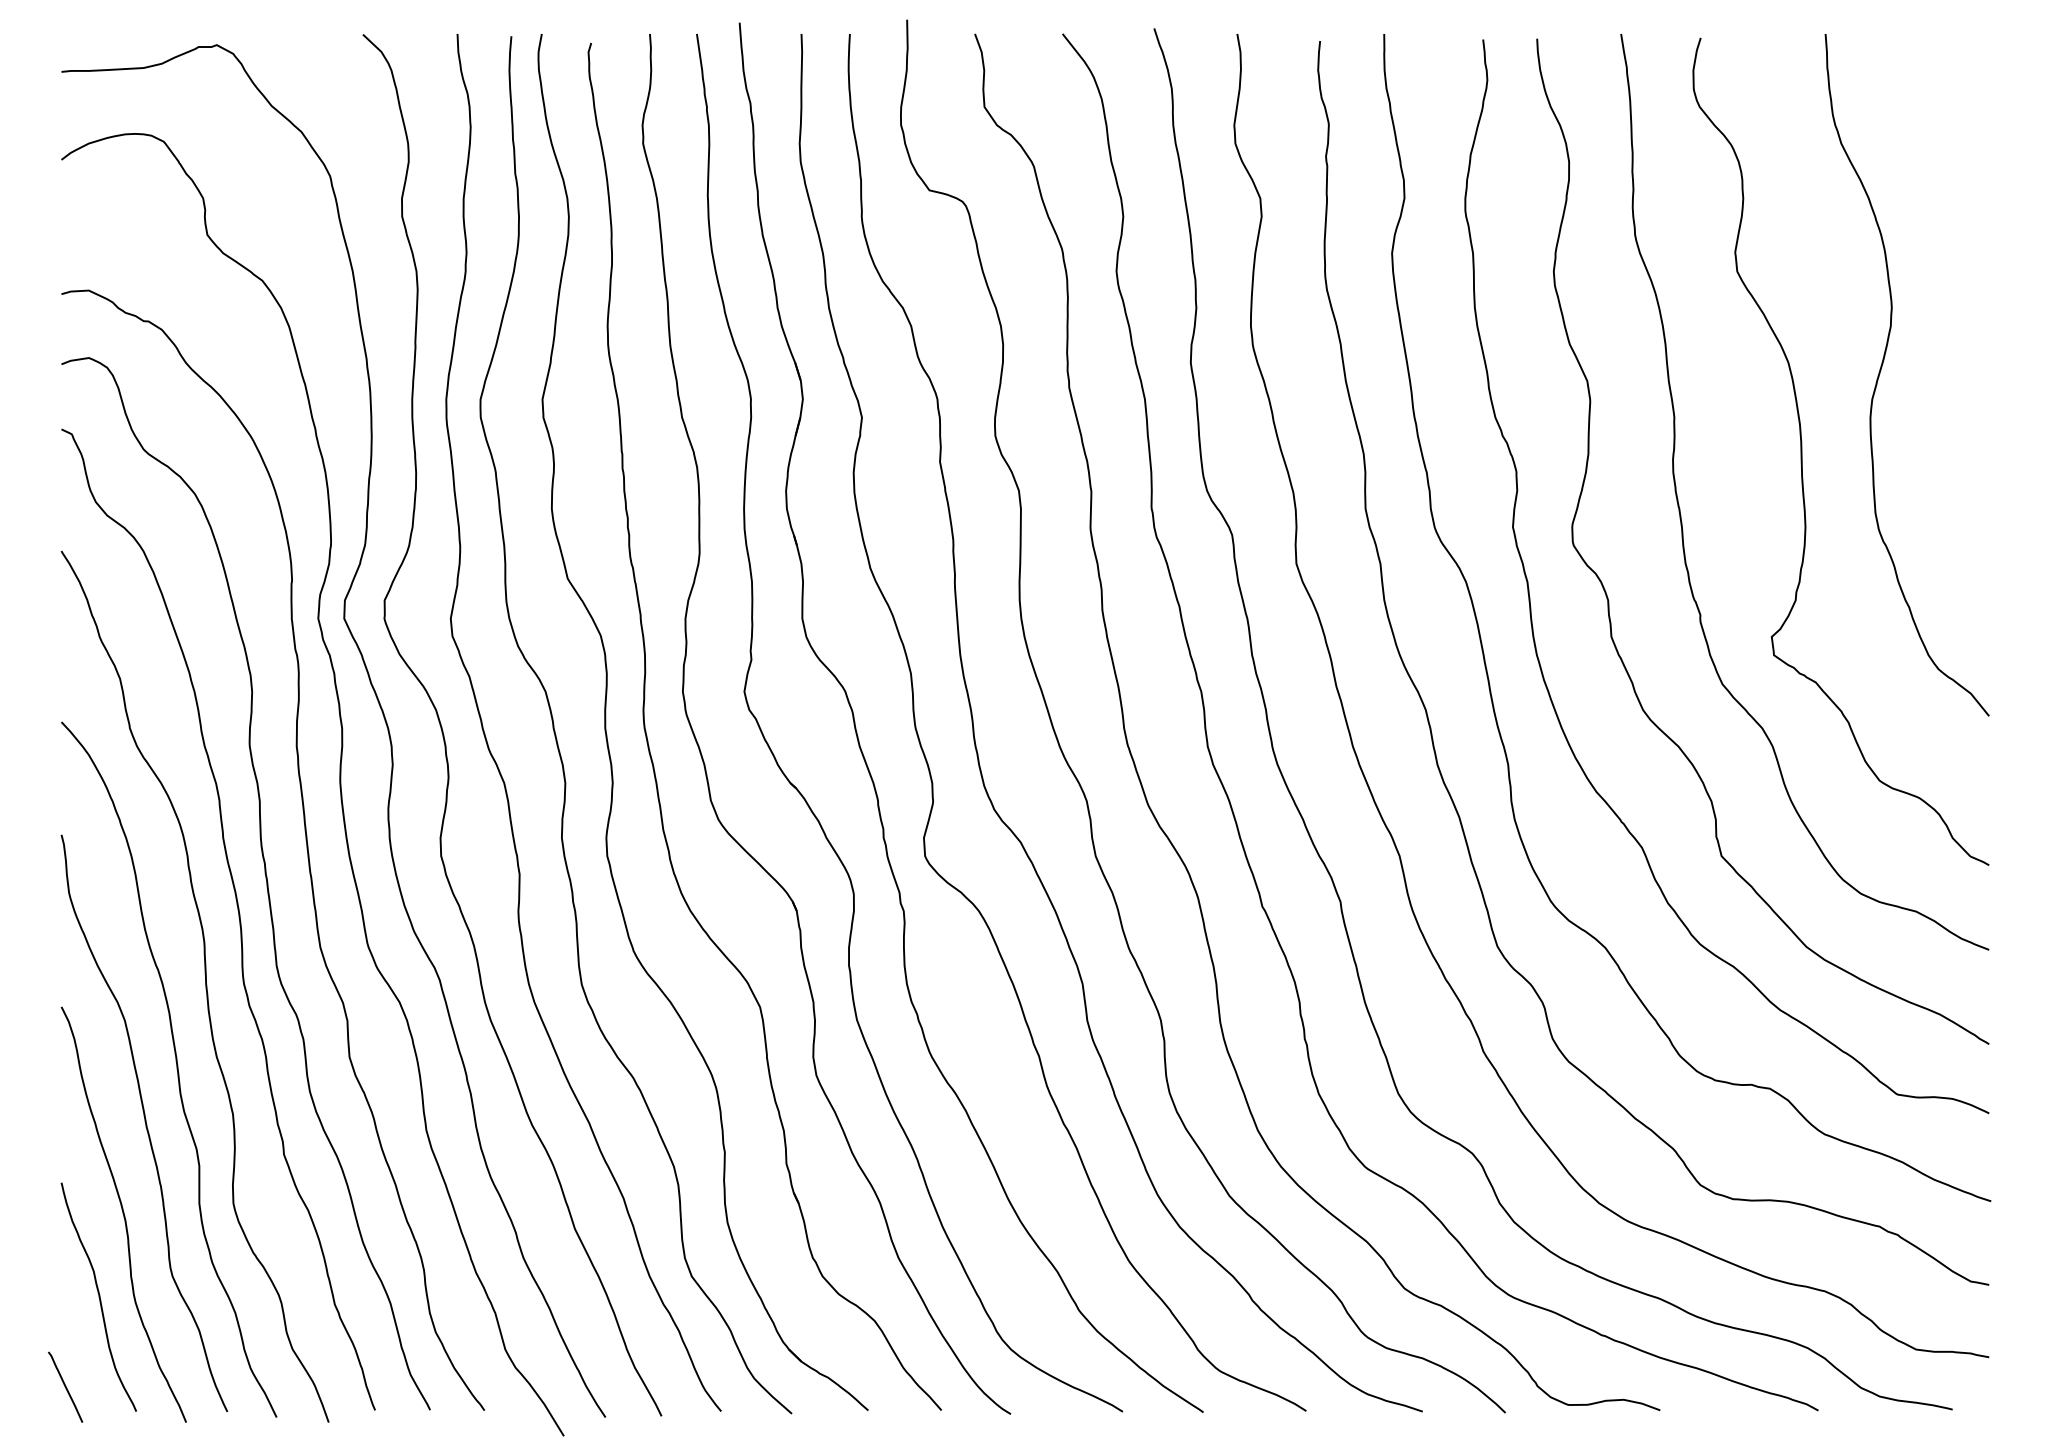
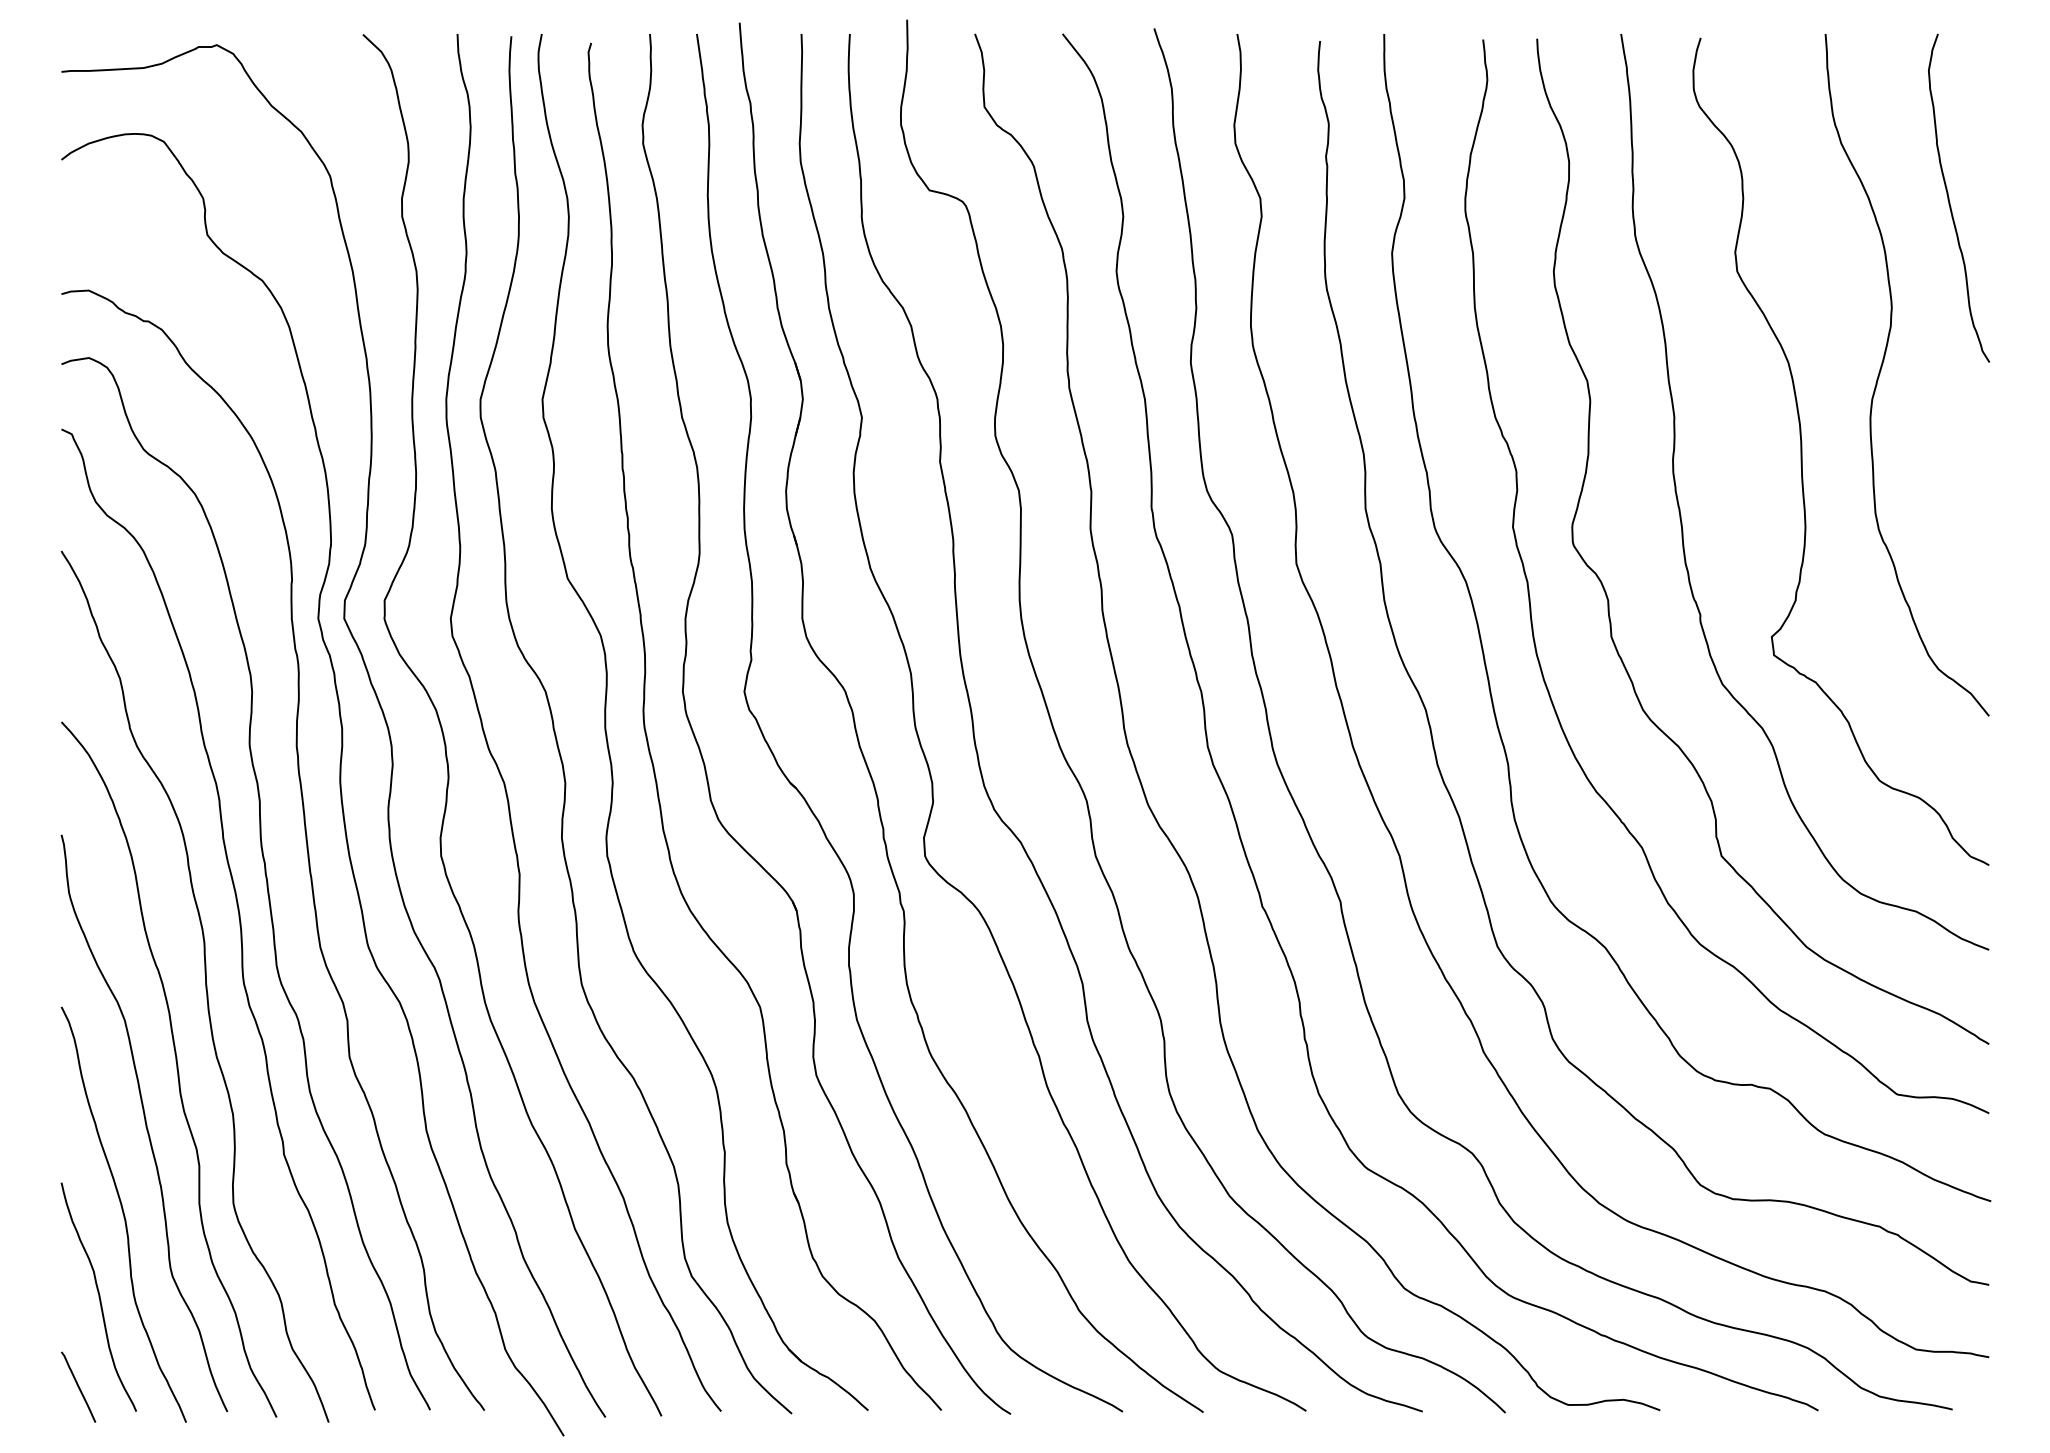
curve at (1949, 197): none -> present
line at (65, 1386) position: (65, 1386) -> (78, 1386)
